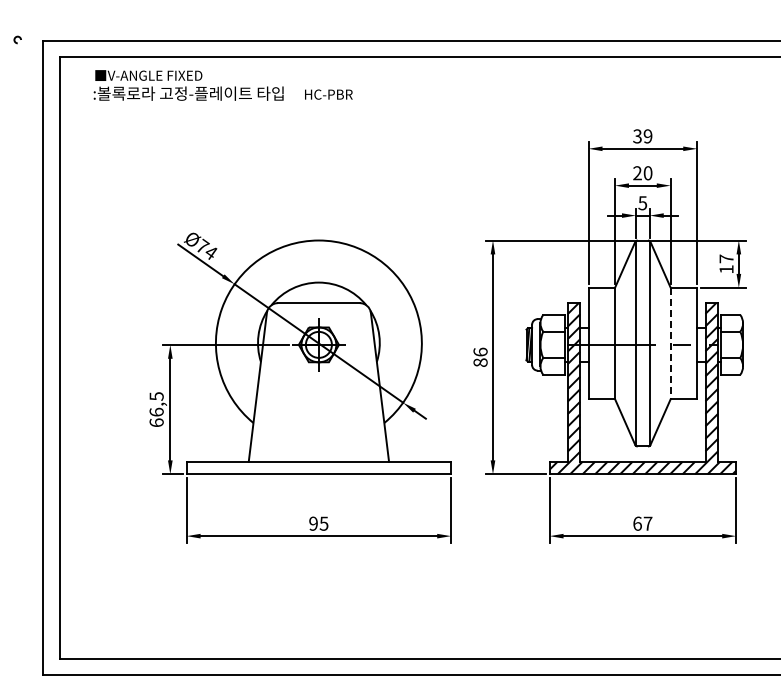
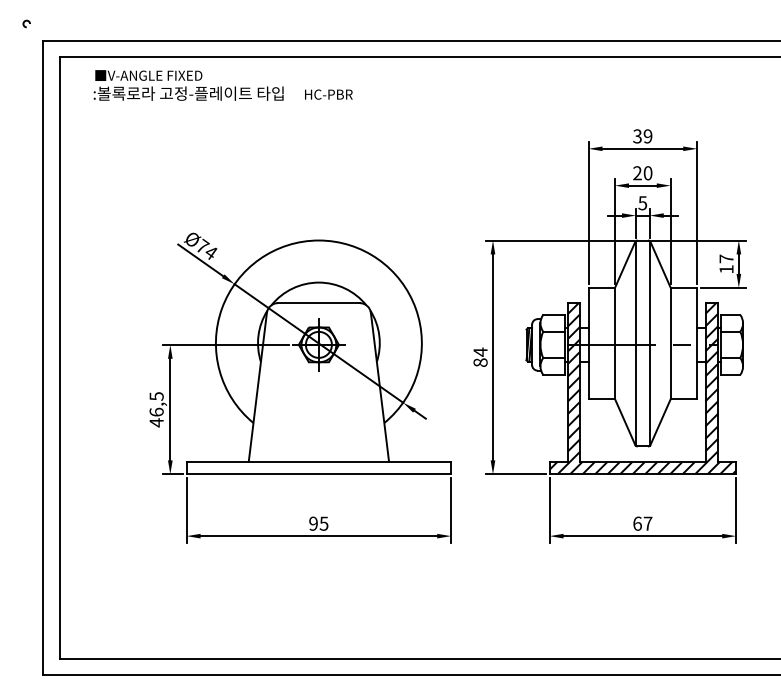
arc at (17, 37) position: (17, 37) -> (26, 21)
line at (670, 343): dashed -> solid
text at (480, 351): 86 -> 84
text at (156, 422): 66,5 -> 46,5
